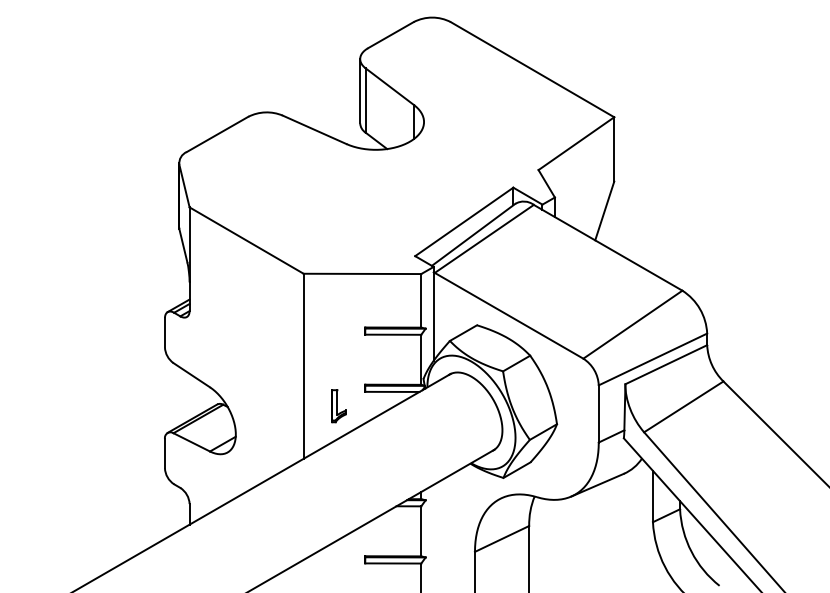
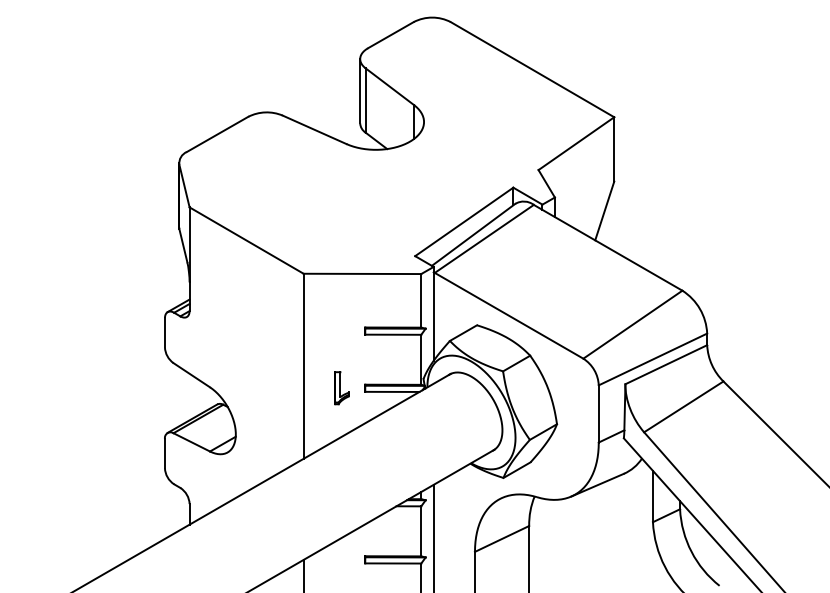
part at (338, 406) position: (338, 406) -> (341, 388)
line at (433, 536): none -> present
line at (303, 574): none -> present
